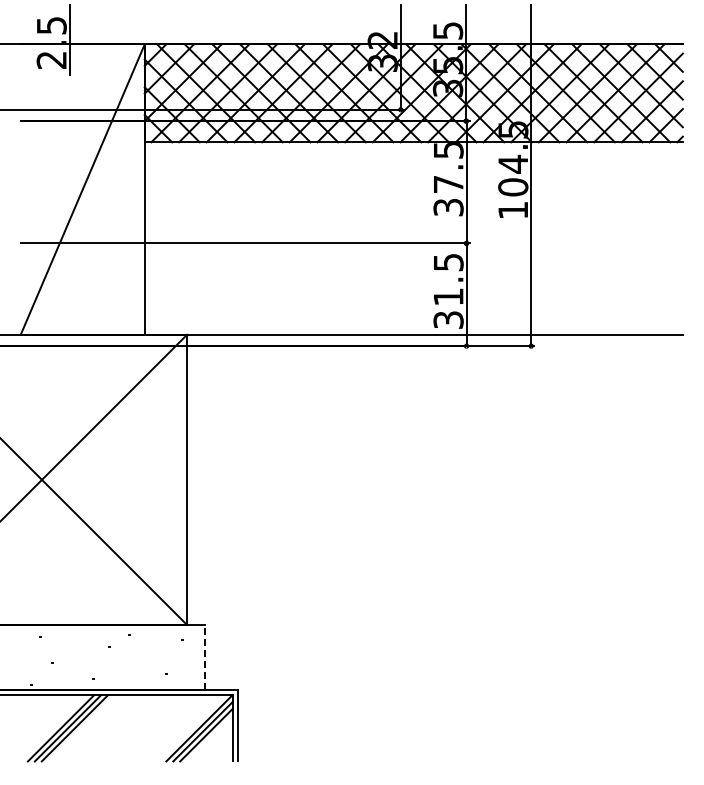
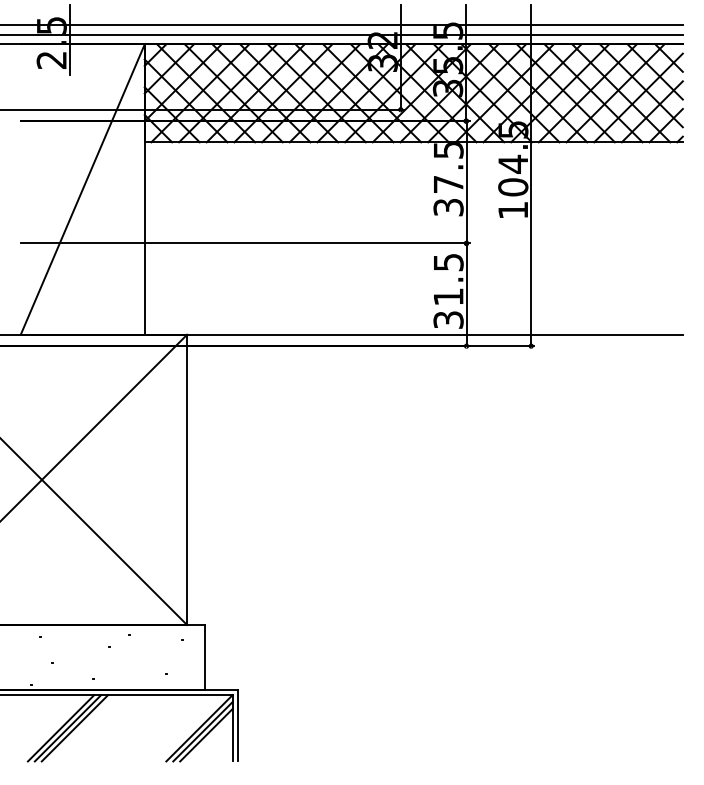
line at (342, 24): none -> present
line at (342, 34): none -> present
line at (205, 657): dashed -> solid
